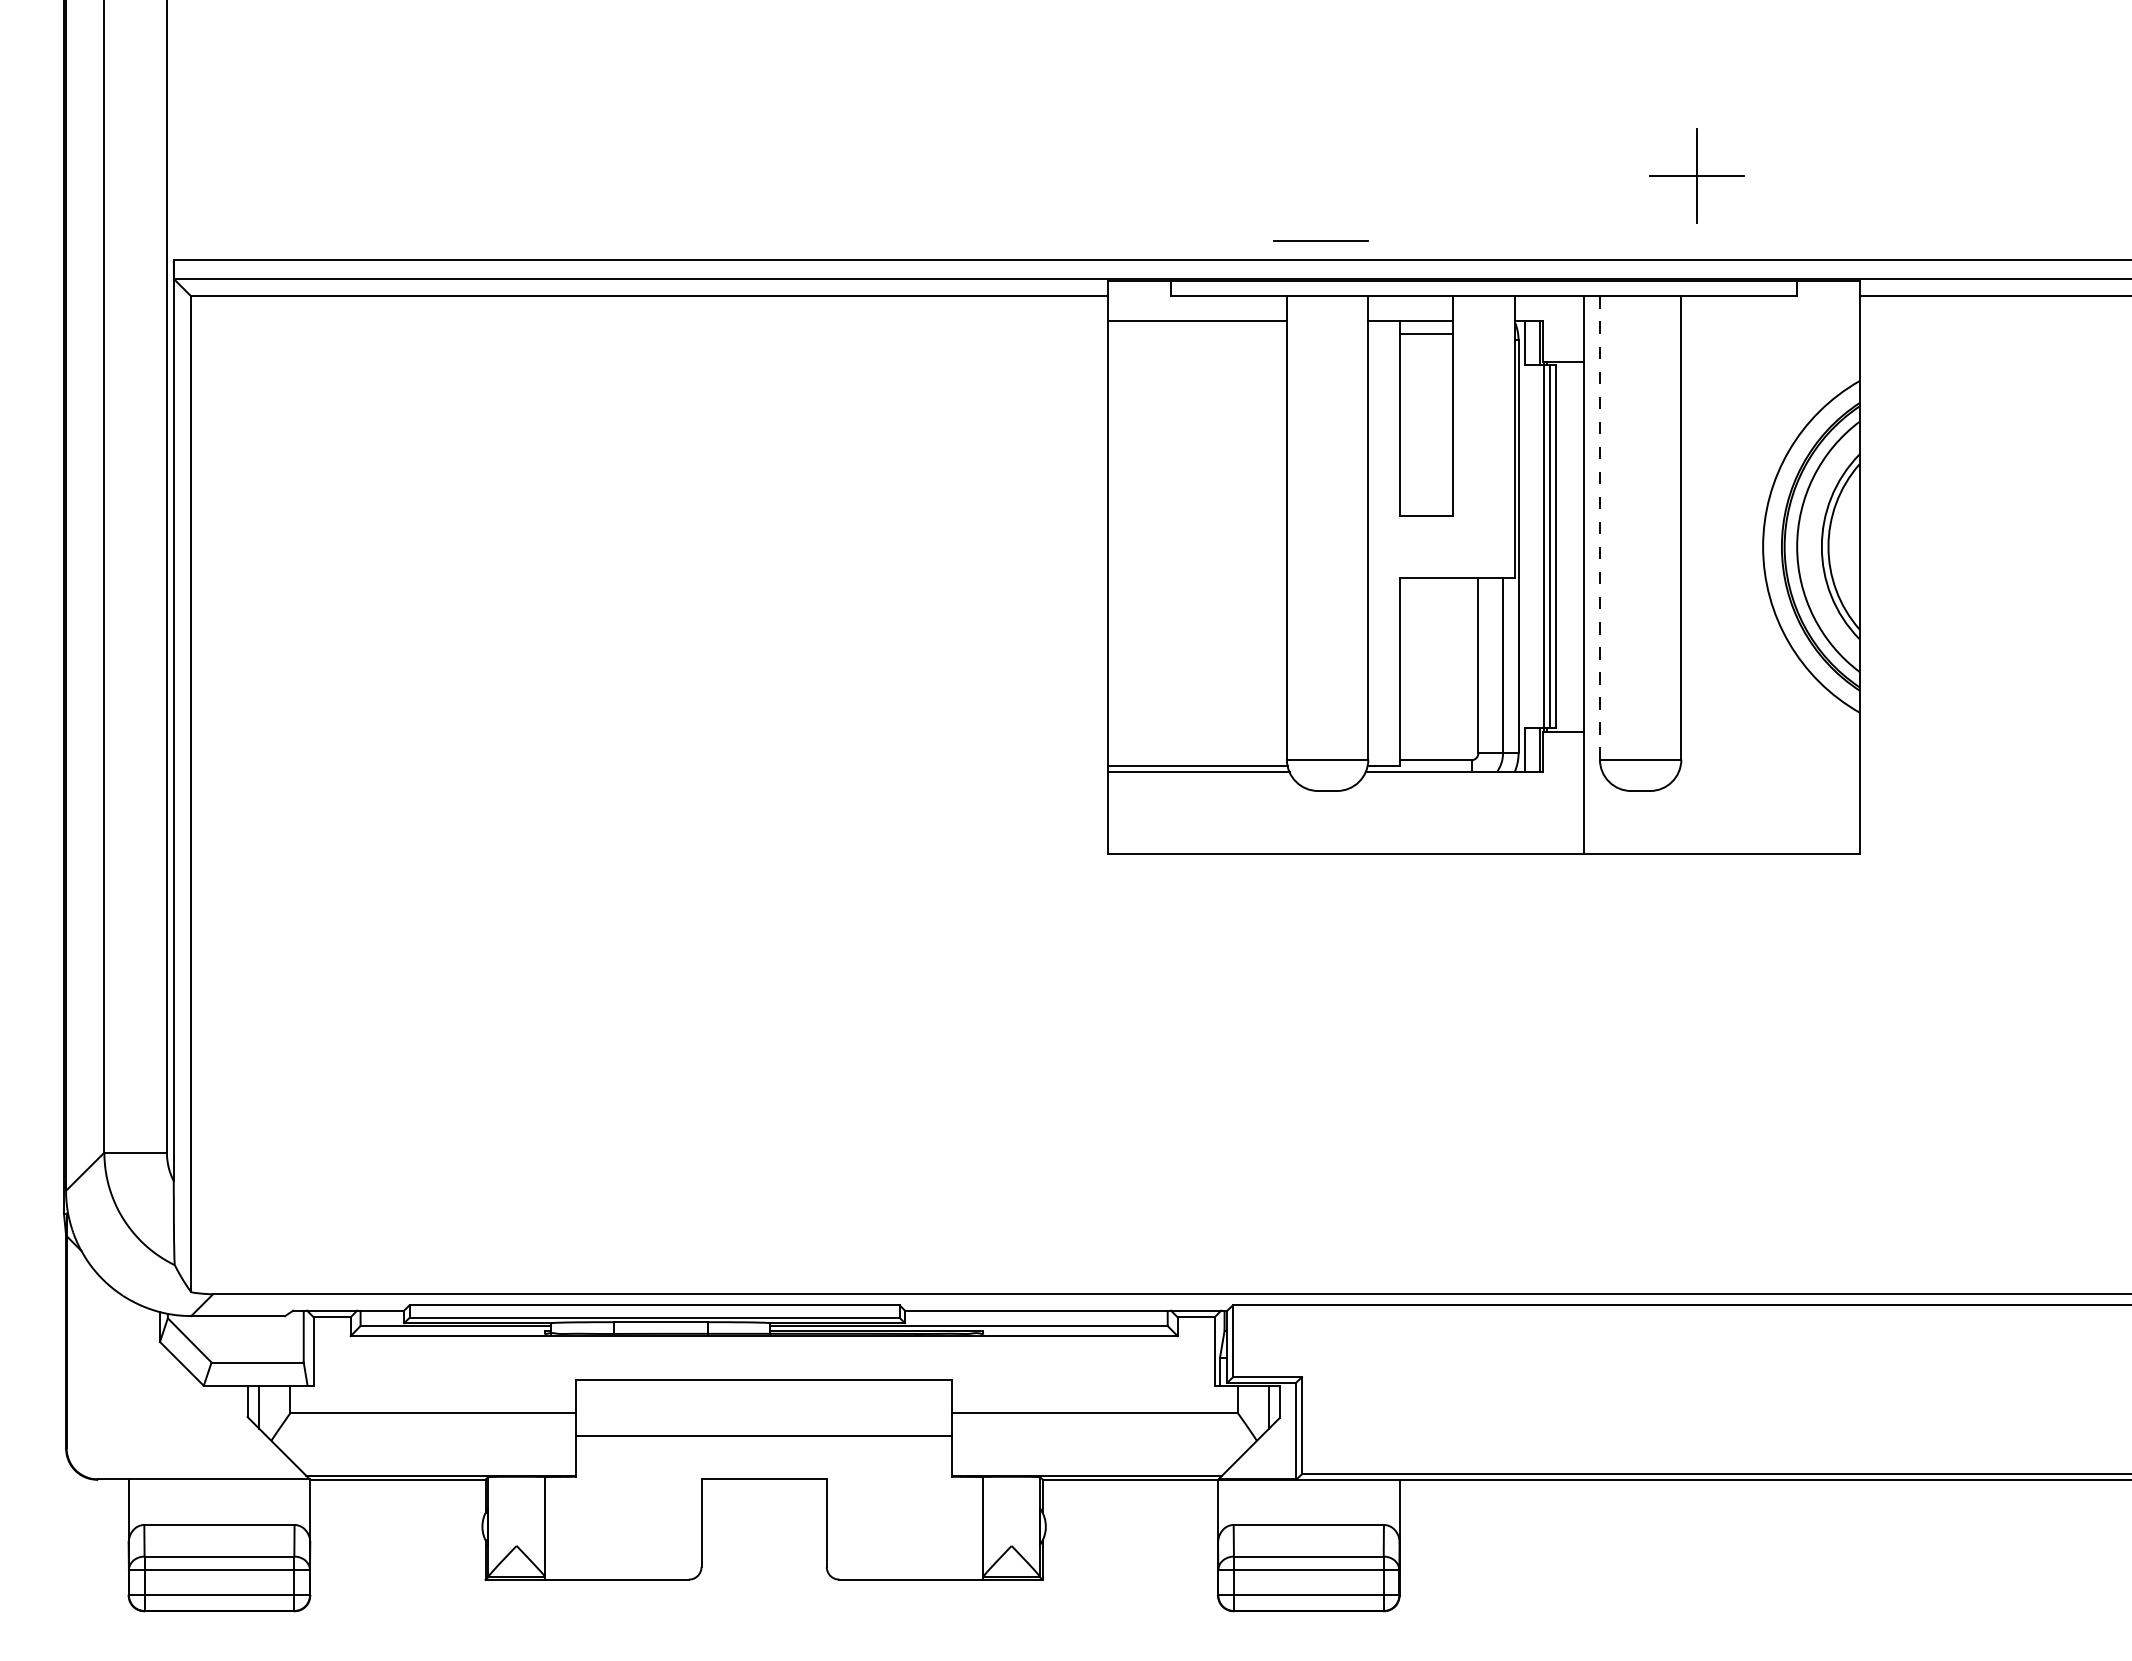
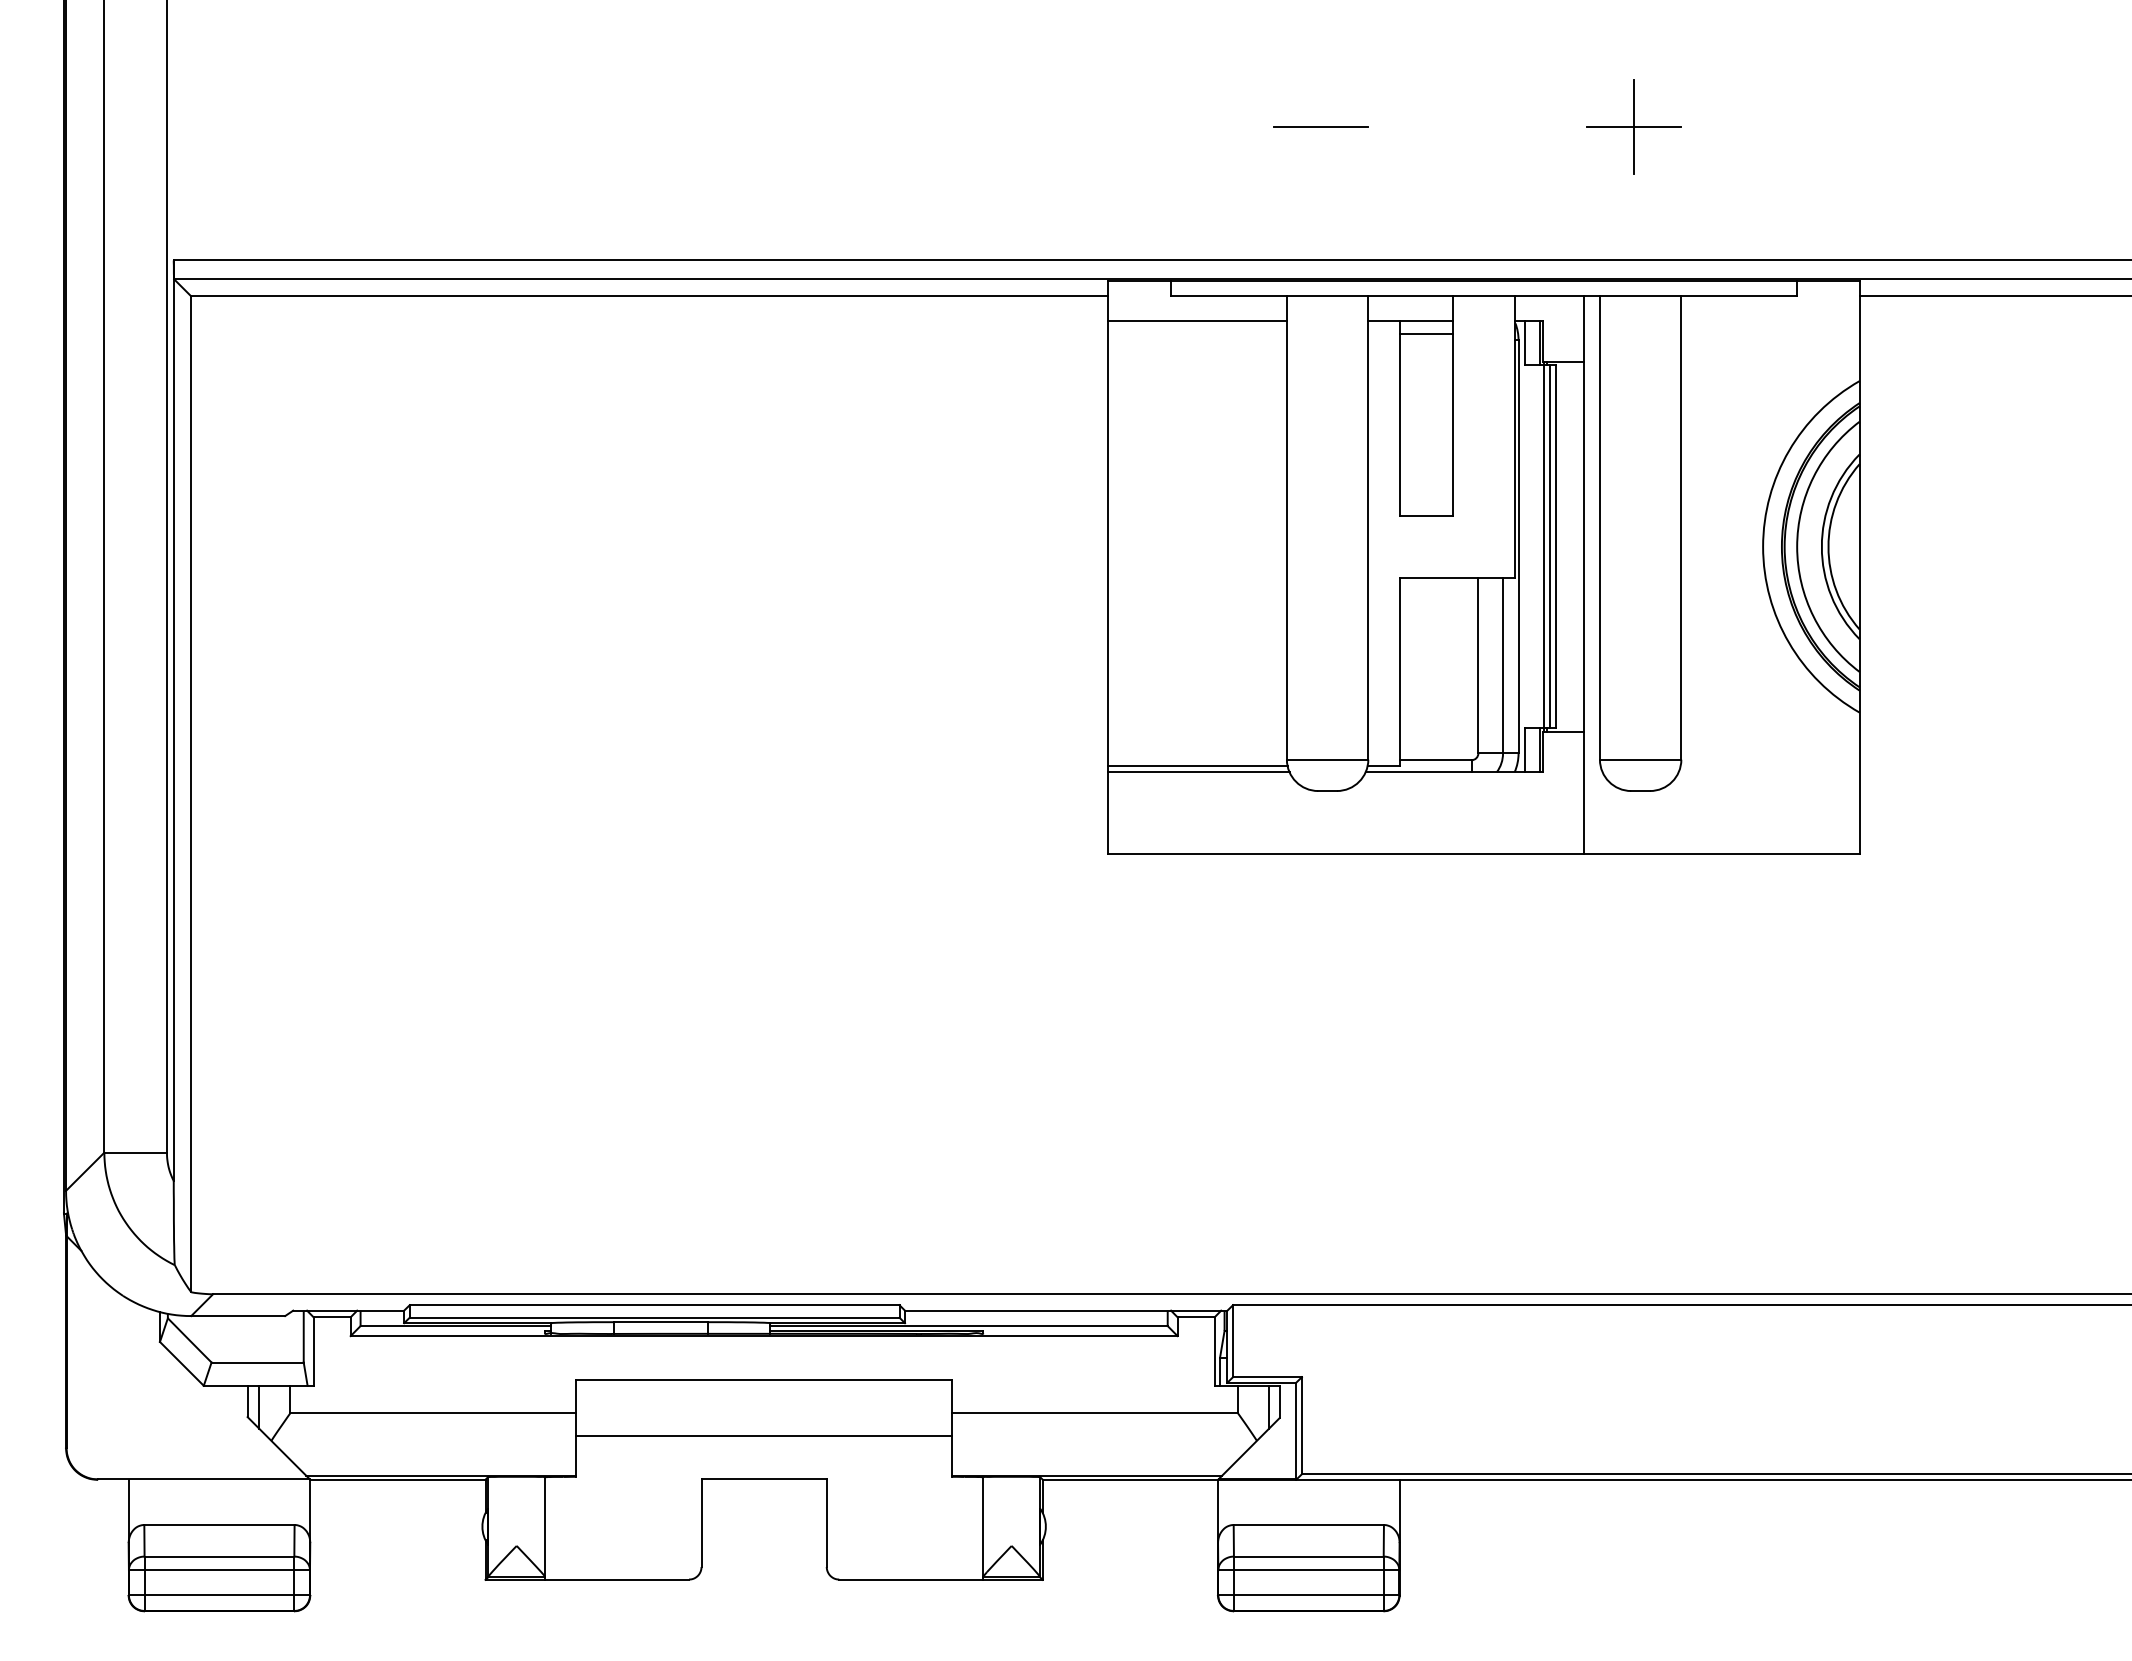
part at (1696, 175) position: (1696, 175) -> (1633, 126)
line at (1320, 240) position: (1320, 240) -> (1320, 126)
line at (1599, 528): dashed -> solid
